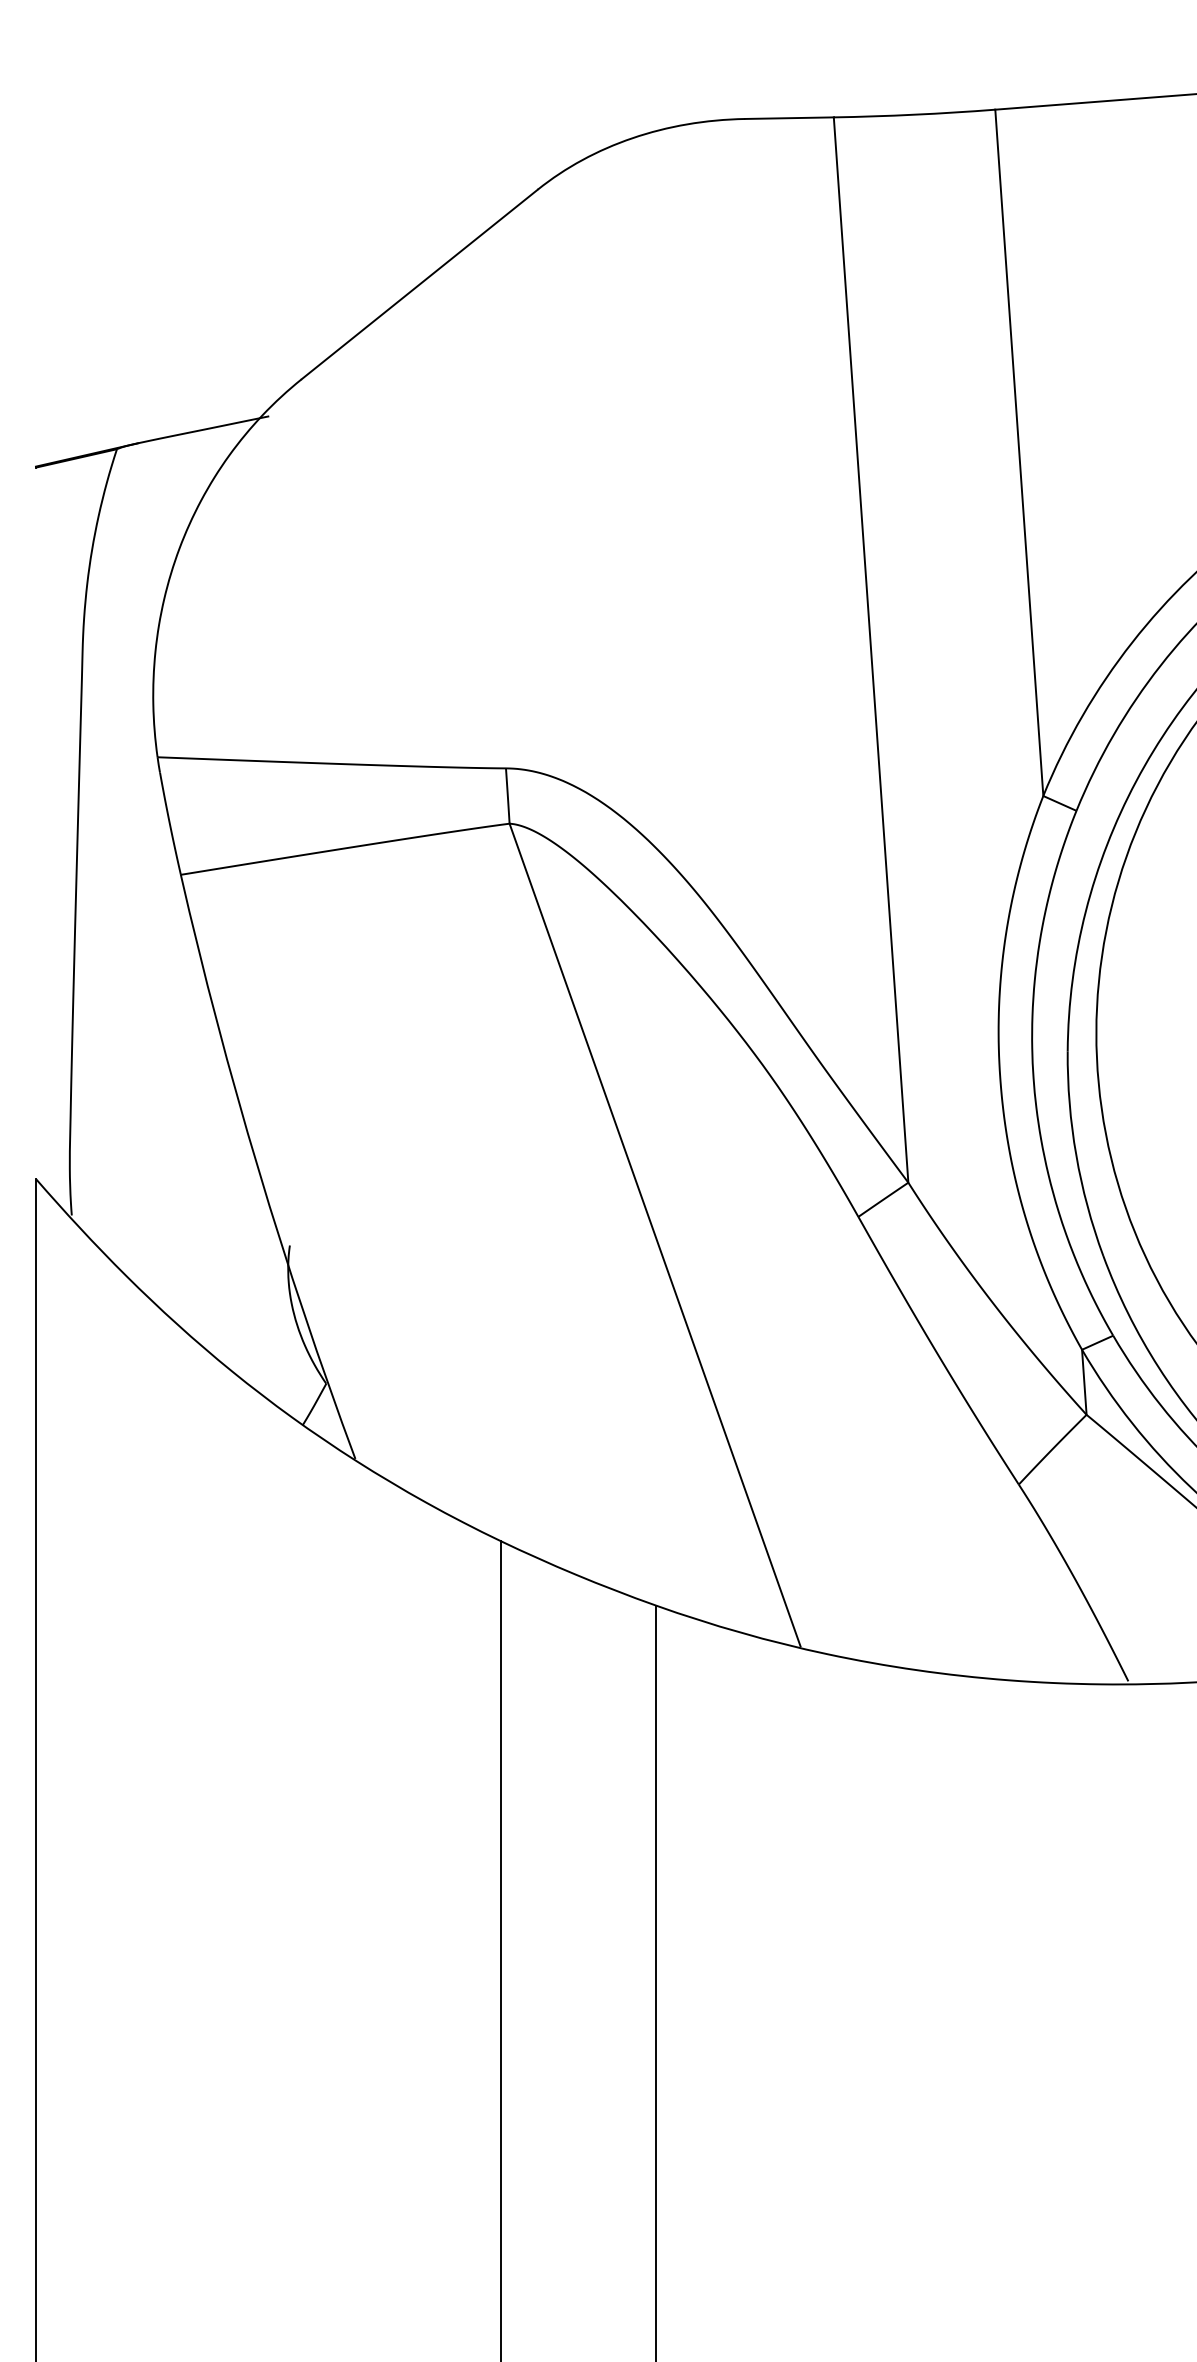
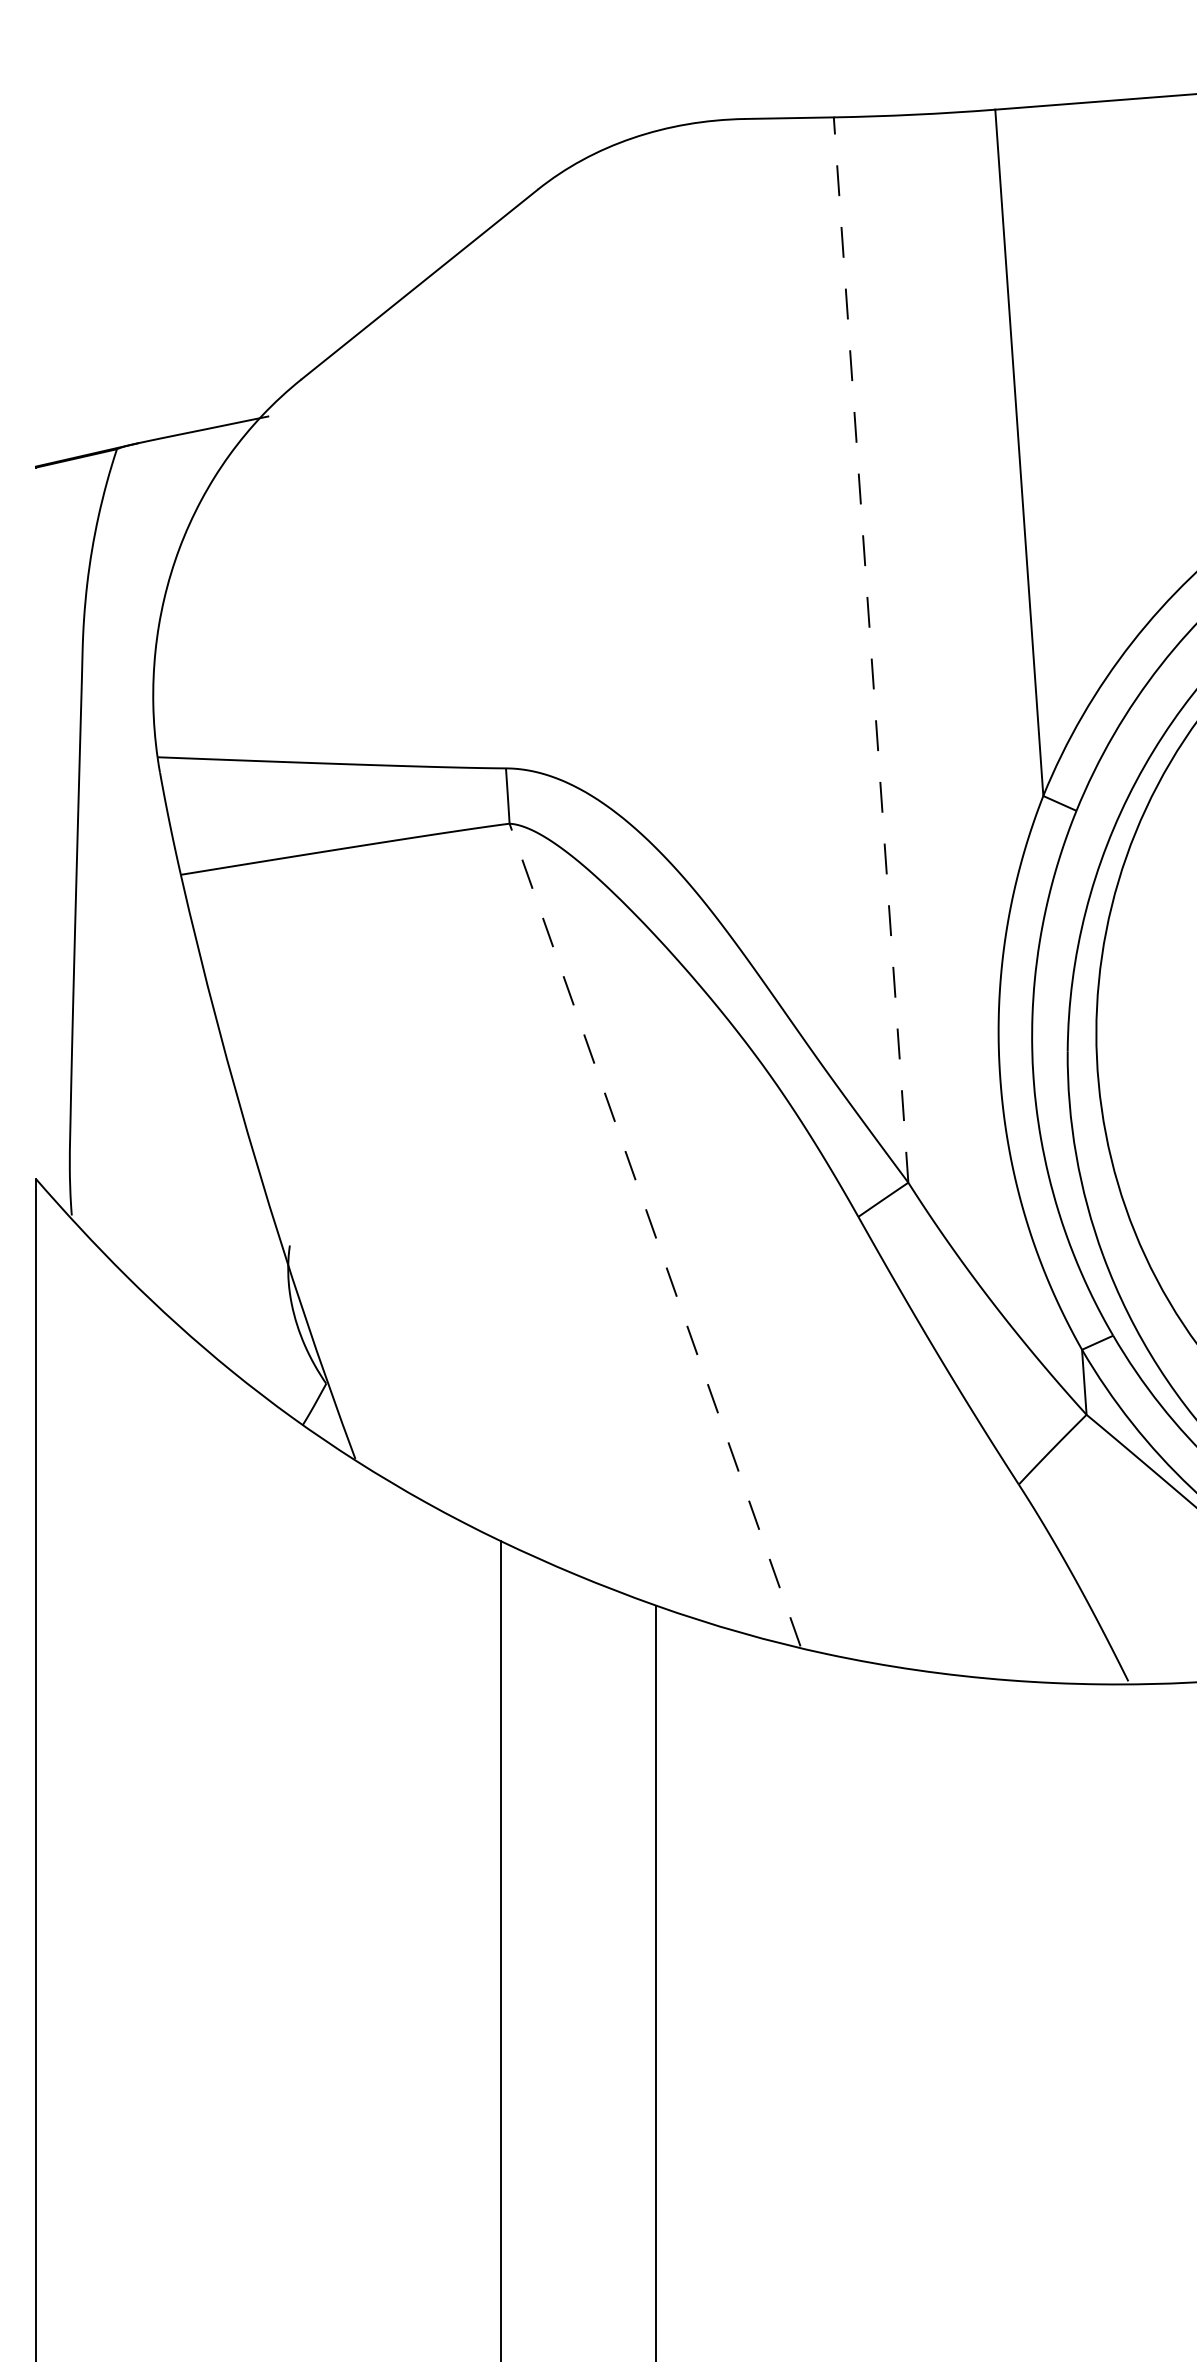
line at (871, 650): solid -> dashed
line at (654, 1234): solid -> dashed
